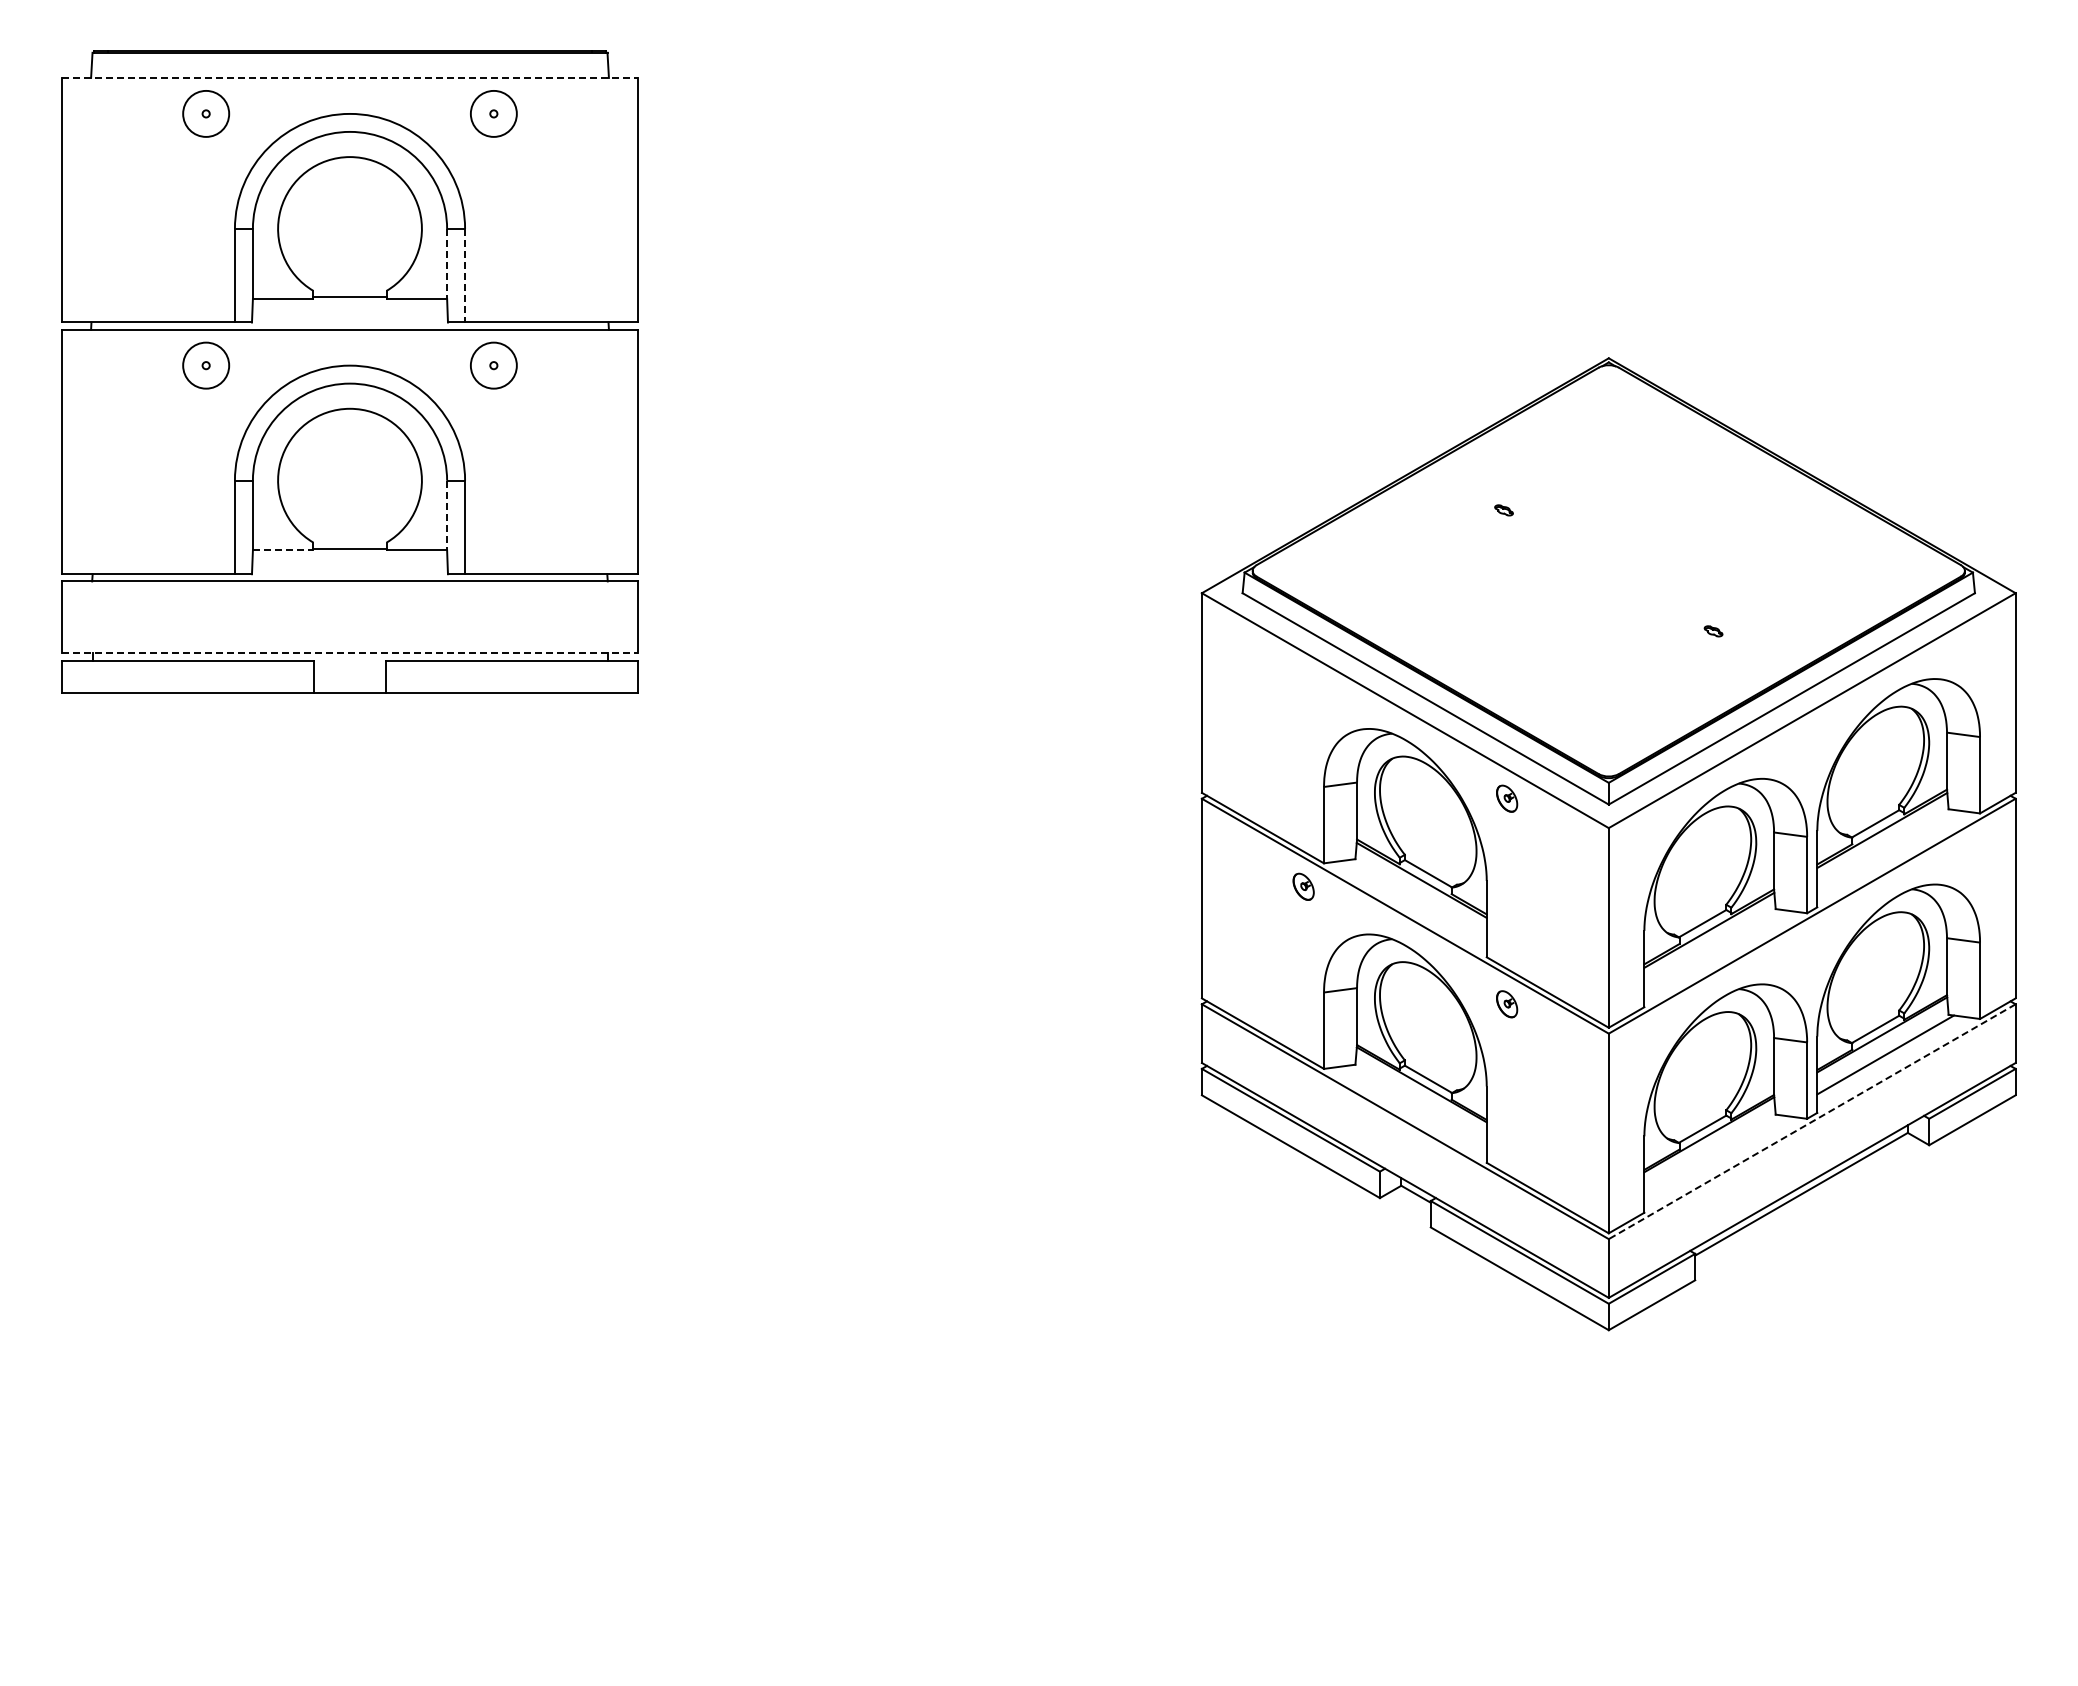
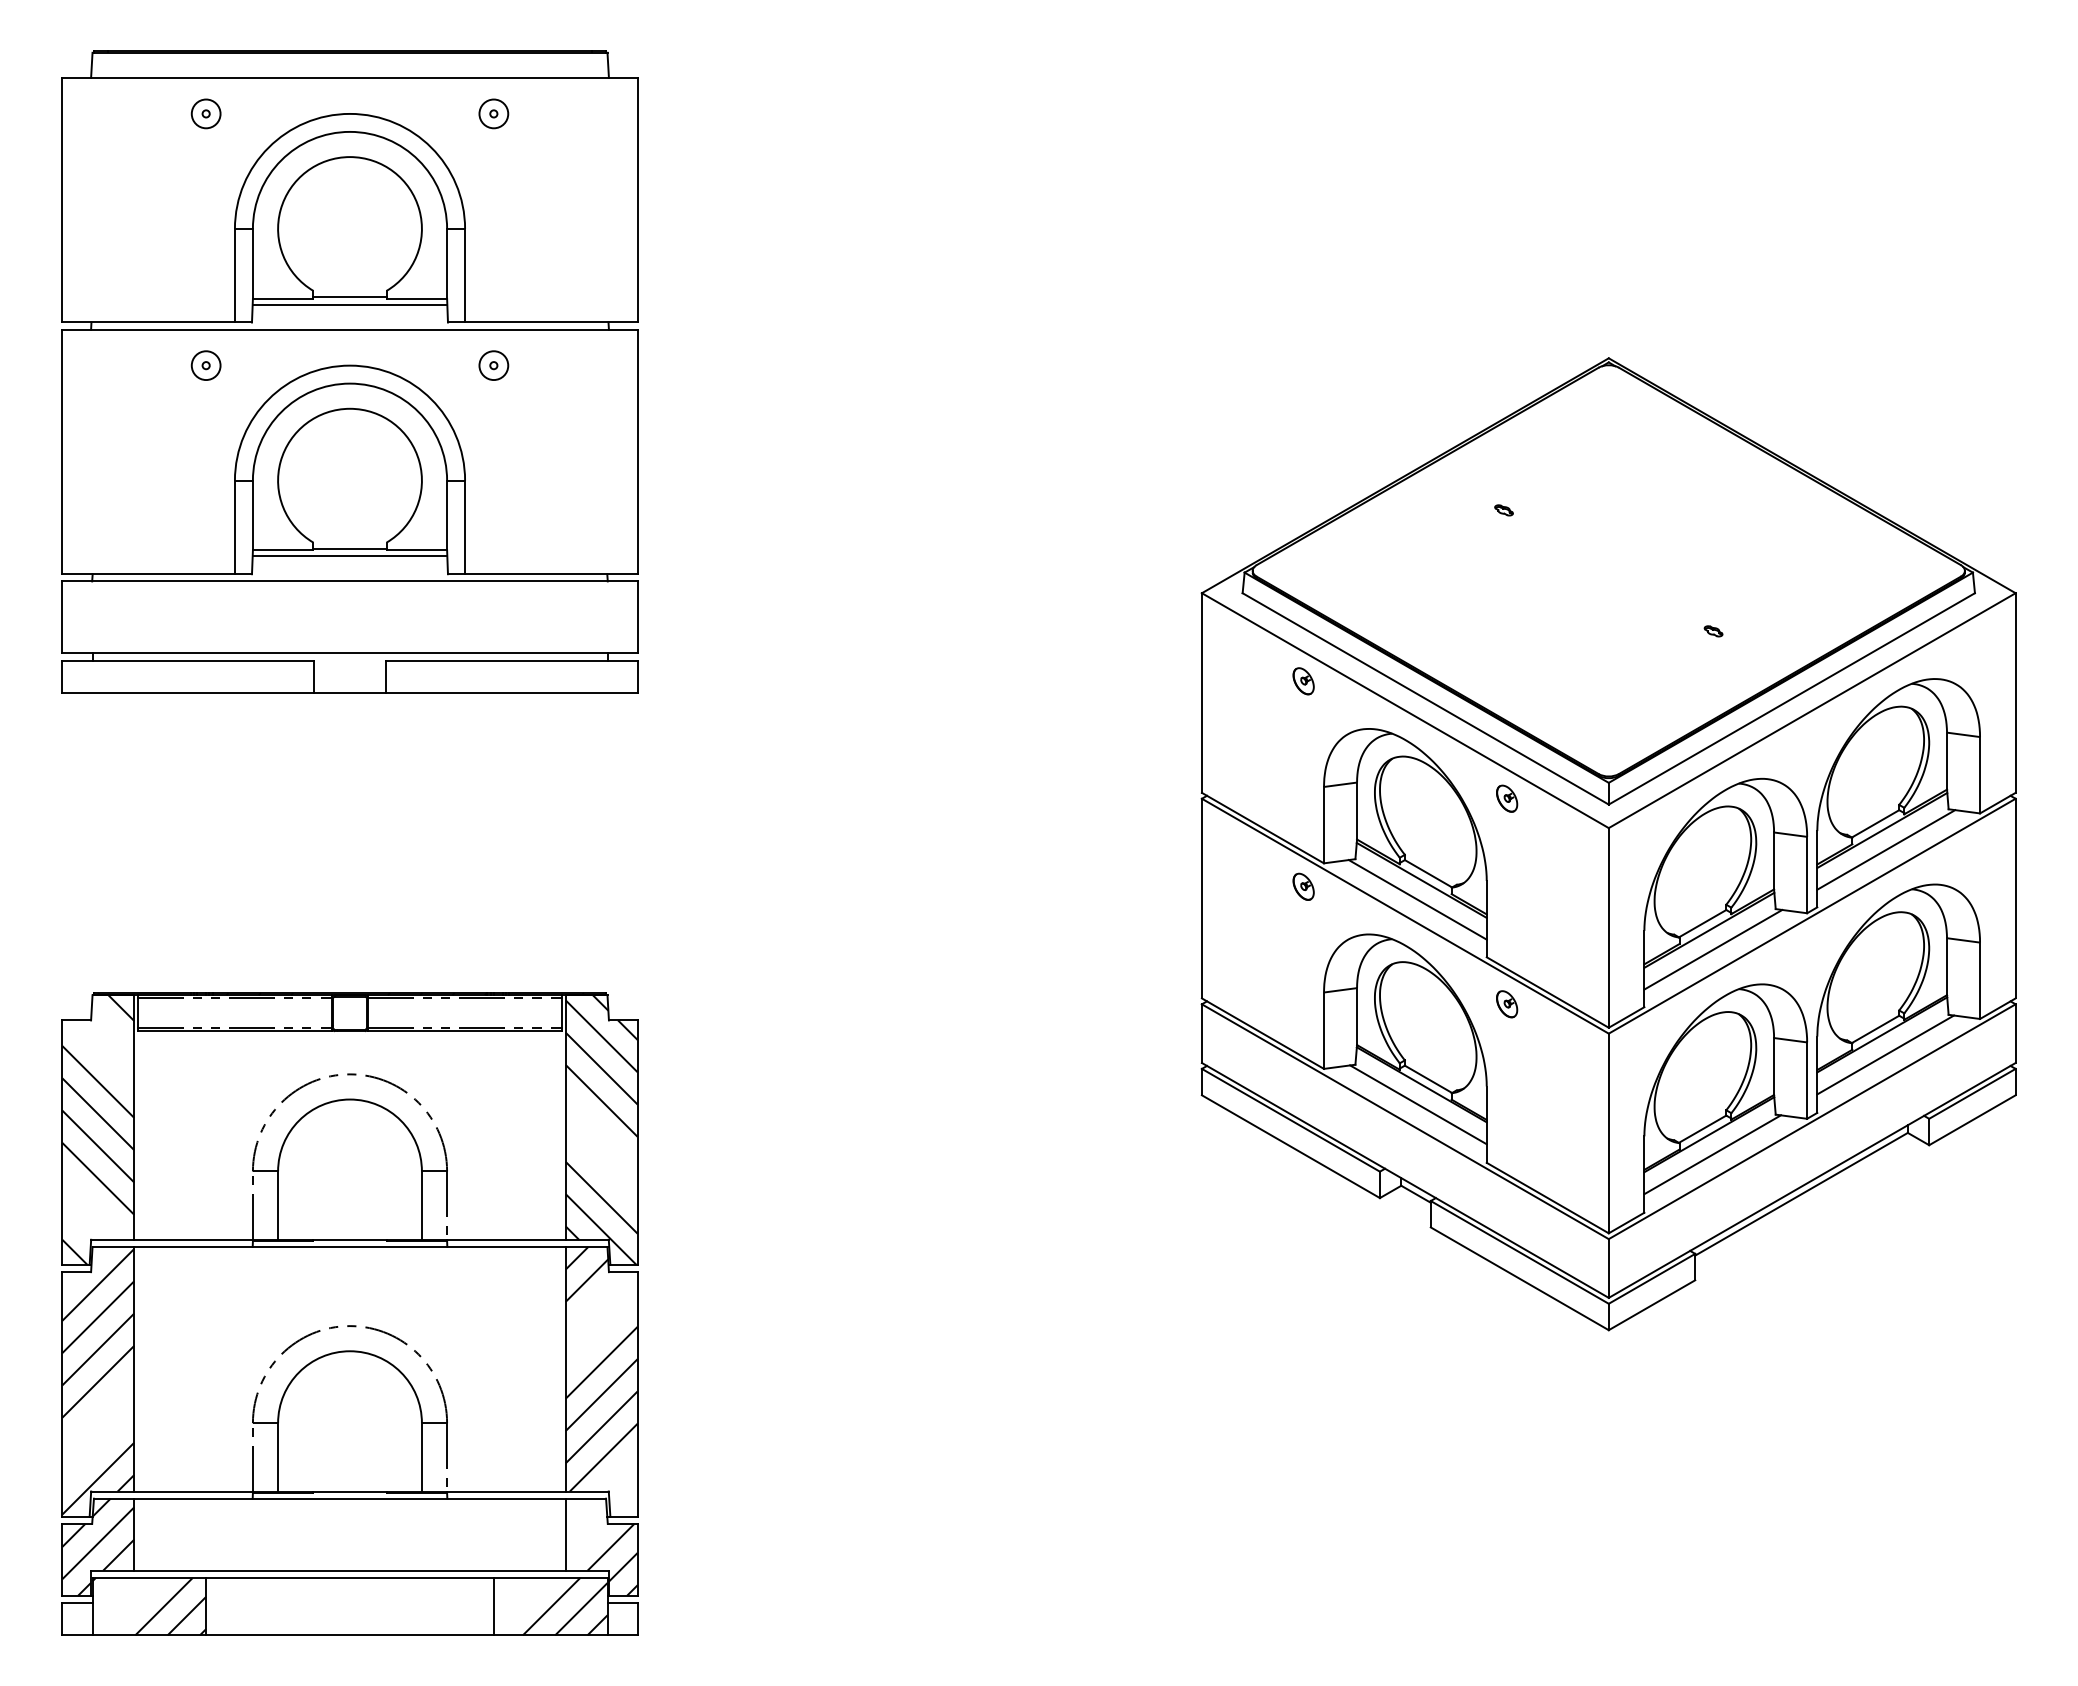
line at (350, 77): dashed -> solid
circle at (206, 113) diameter: 46 px -> 29 px
circle at (493, 113) diameter: 46 px -> 29 px
line at (447, 263): dashed -> solid
line at (465, 275): dashed -> solid
line at (349, 304): none -> present
circle at (206, 365) diameter: 46 px -> 29 px
circle at (493, 365) diameter: 46 px -> 29 px
line at (447, 515): dashed -> solid
line at (283, 550): dashed -> solid
line at (349, 556): none -> present
line at (350, 653): dashed -> solid
part at (1303, 681): none -> present
line at (1886, 849): none -> present
line at (1417, 899): none -> present
line at (1713, 949): none -> present
line at (1418, 1104): none -> present
line at (1812, 1121): dashed -> solid
line at (1712, 1154): none -> present
part at (349, 1313): none -> present
